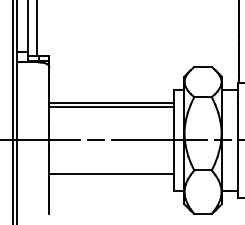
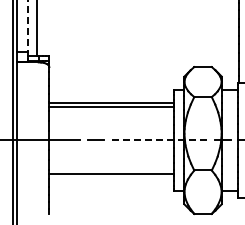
line at (28, 26): solid -> dashed
line at (159, 140): solid -> dashed
